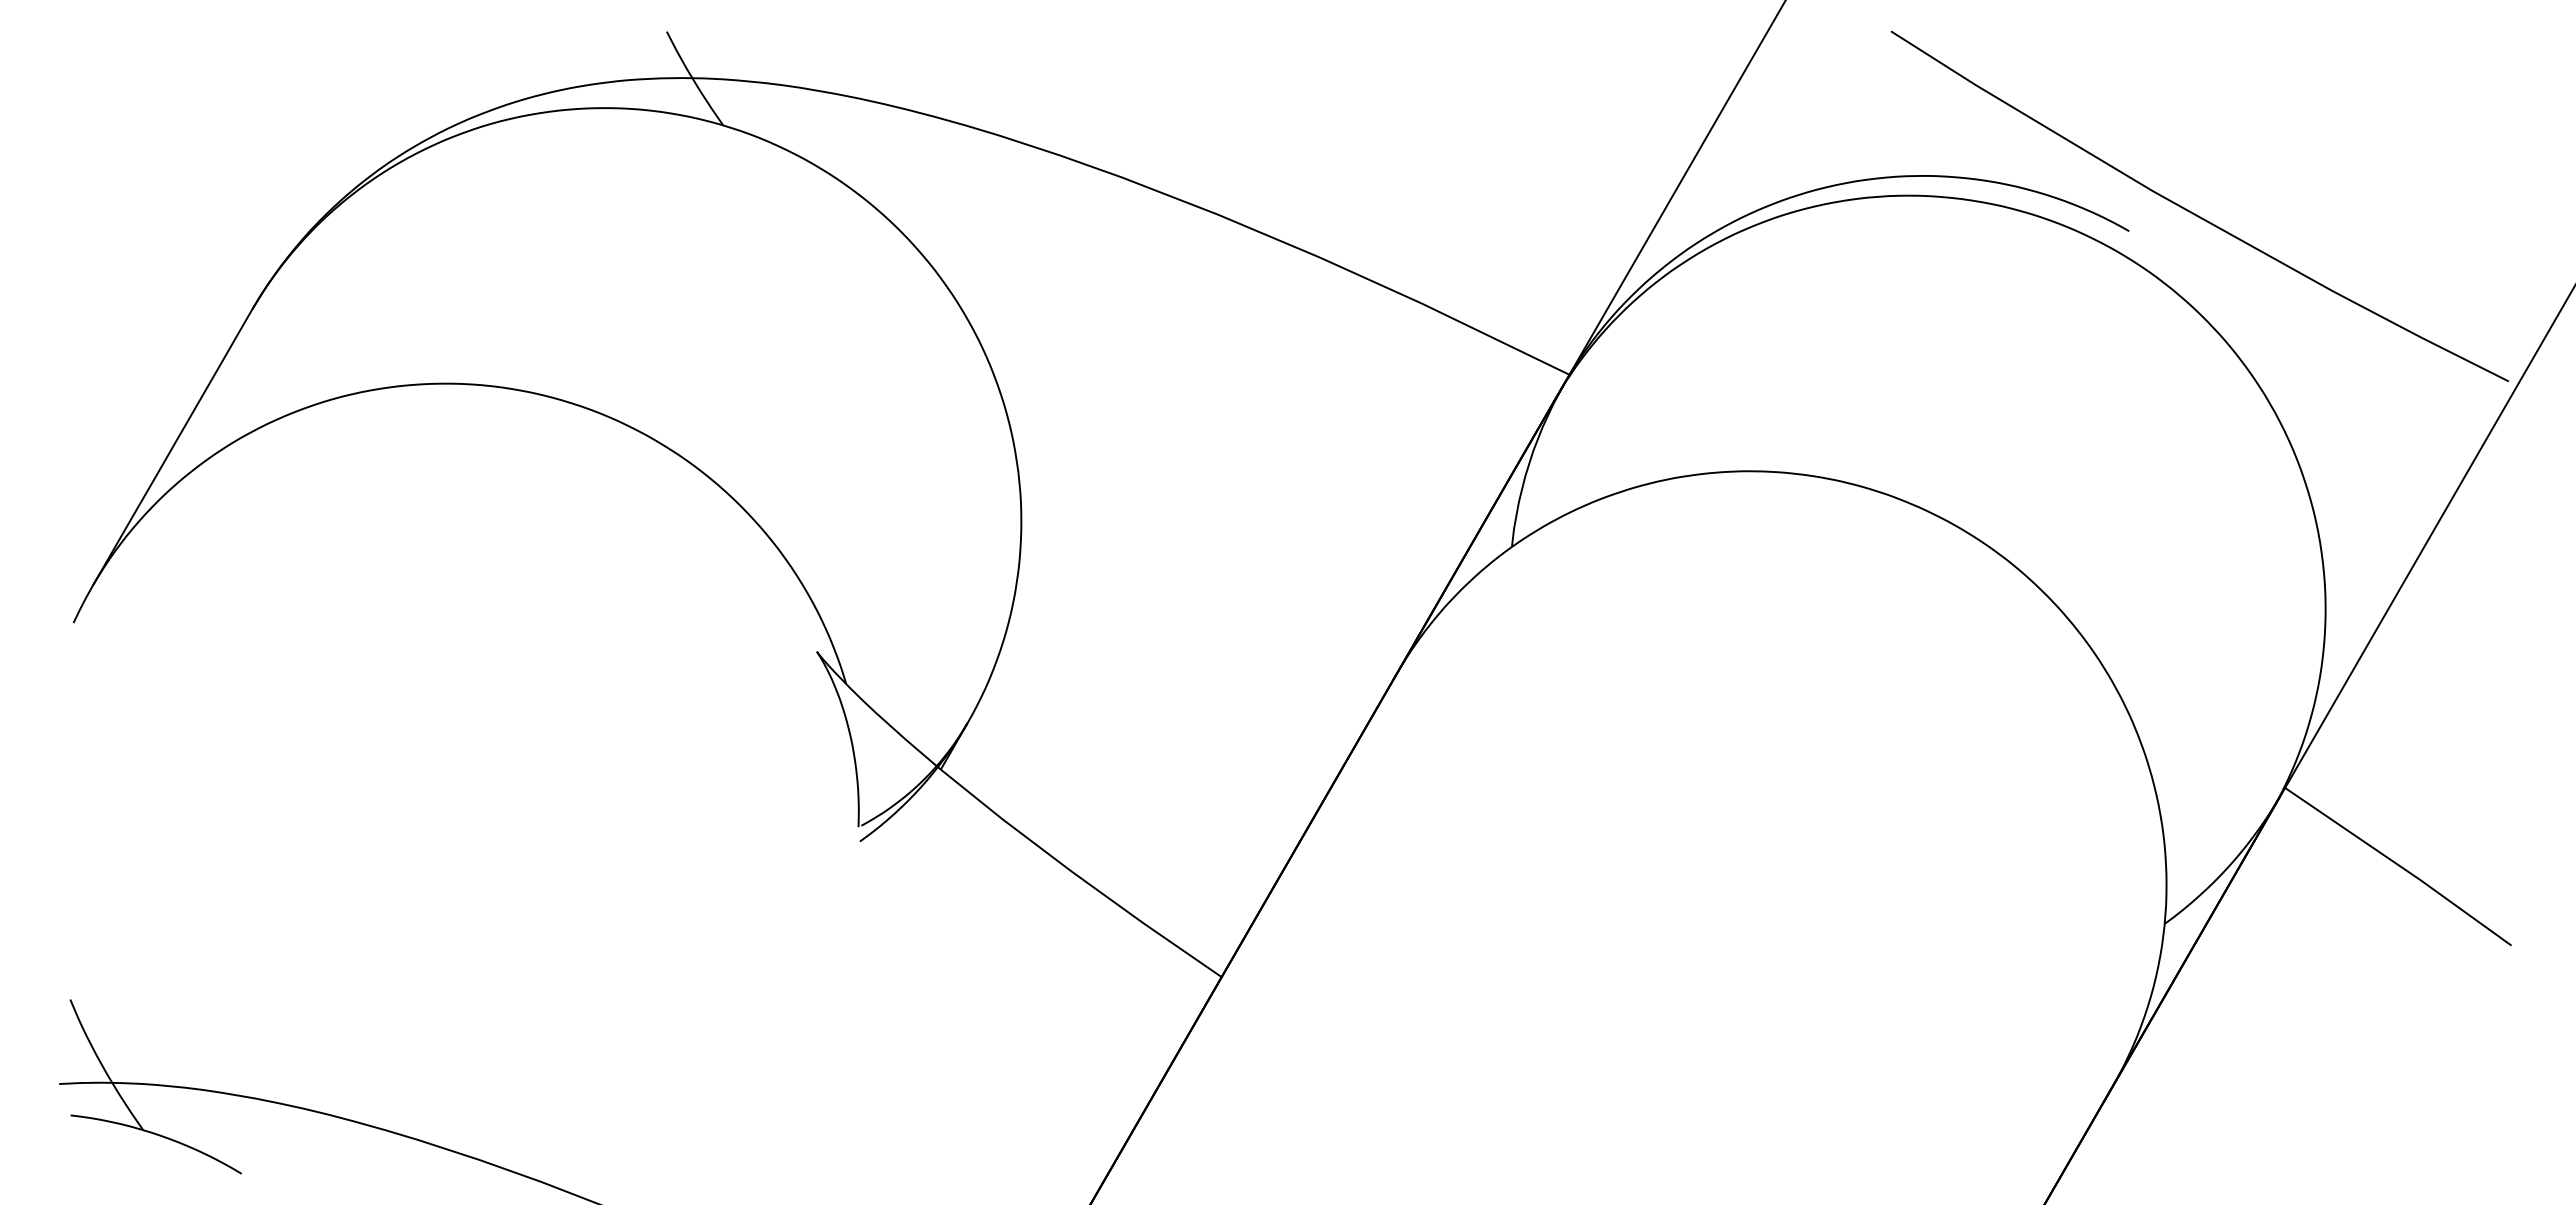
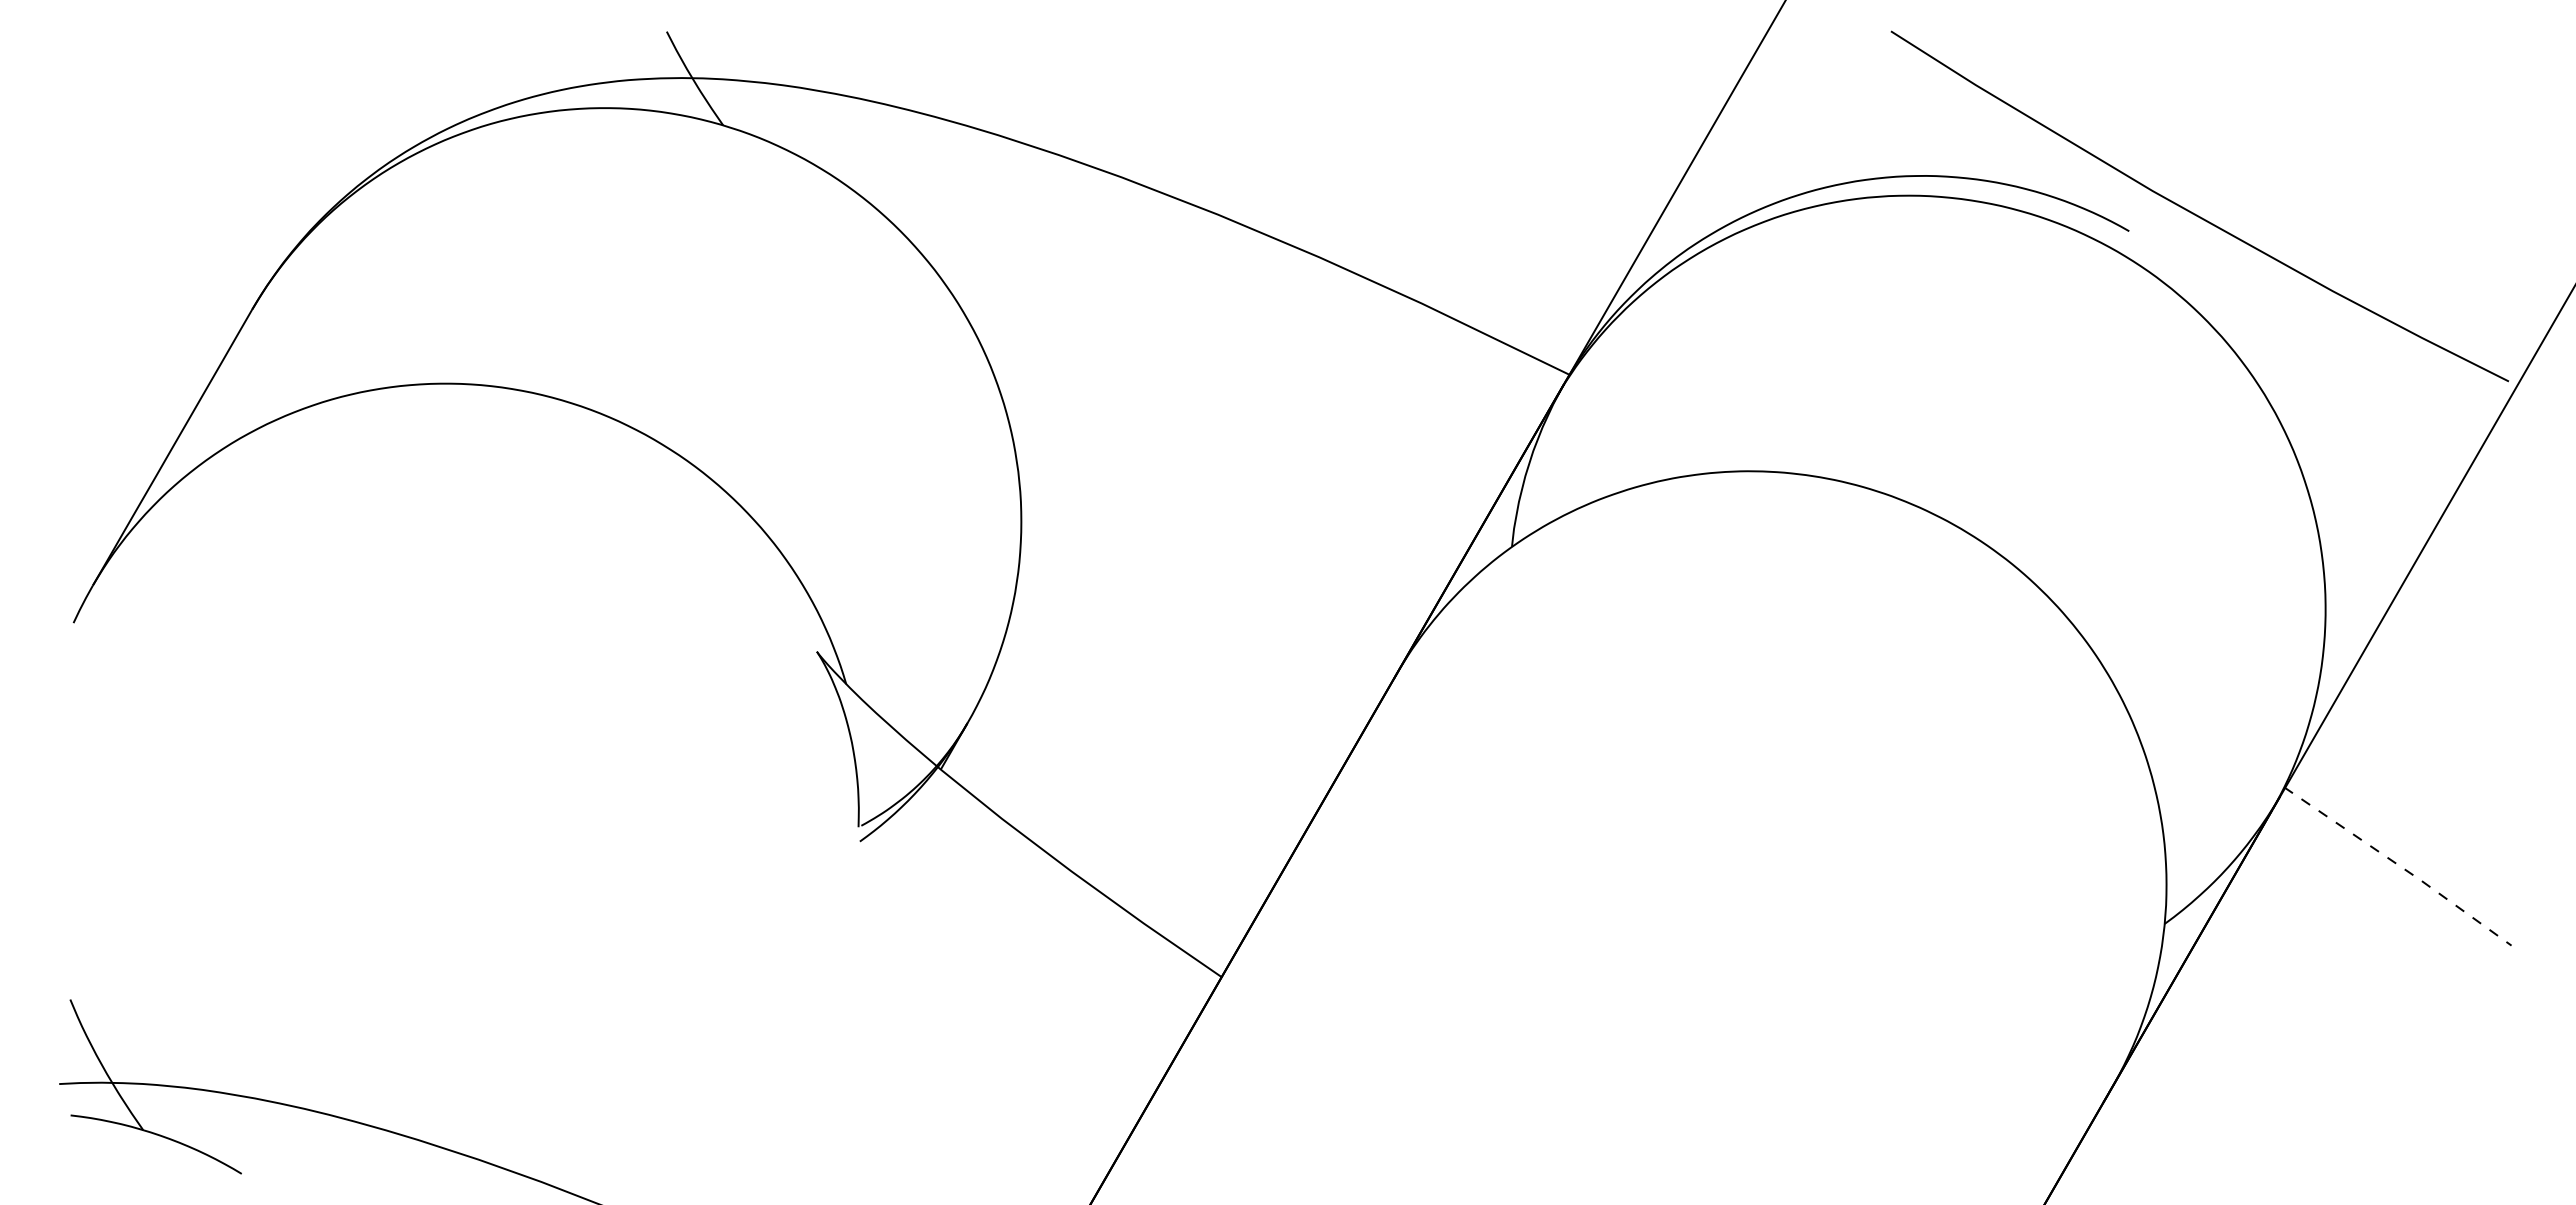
line at (2399, 866): solid -> dashed
